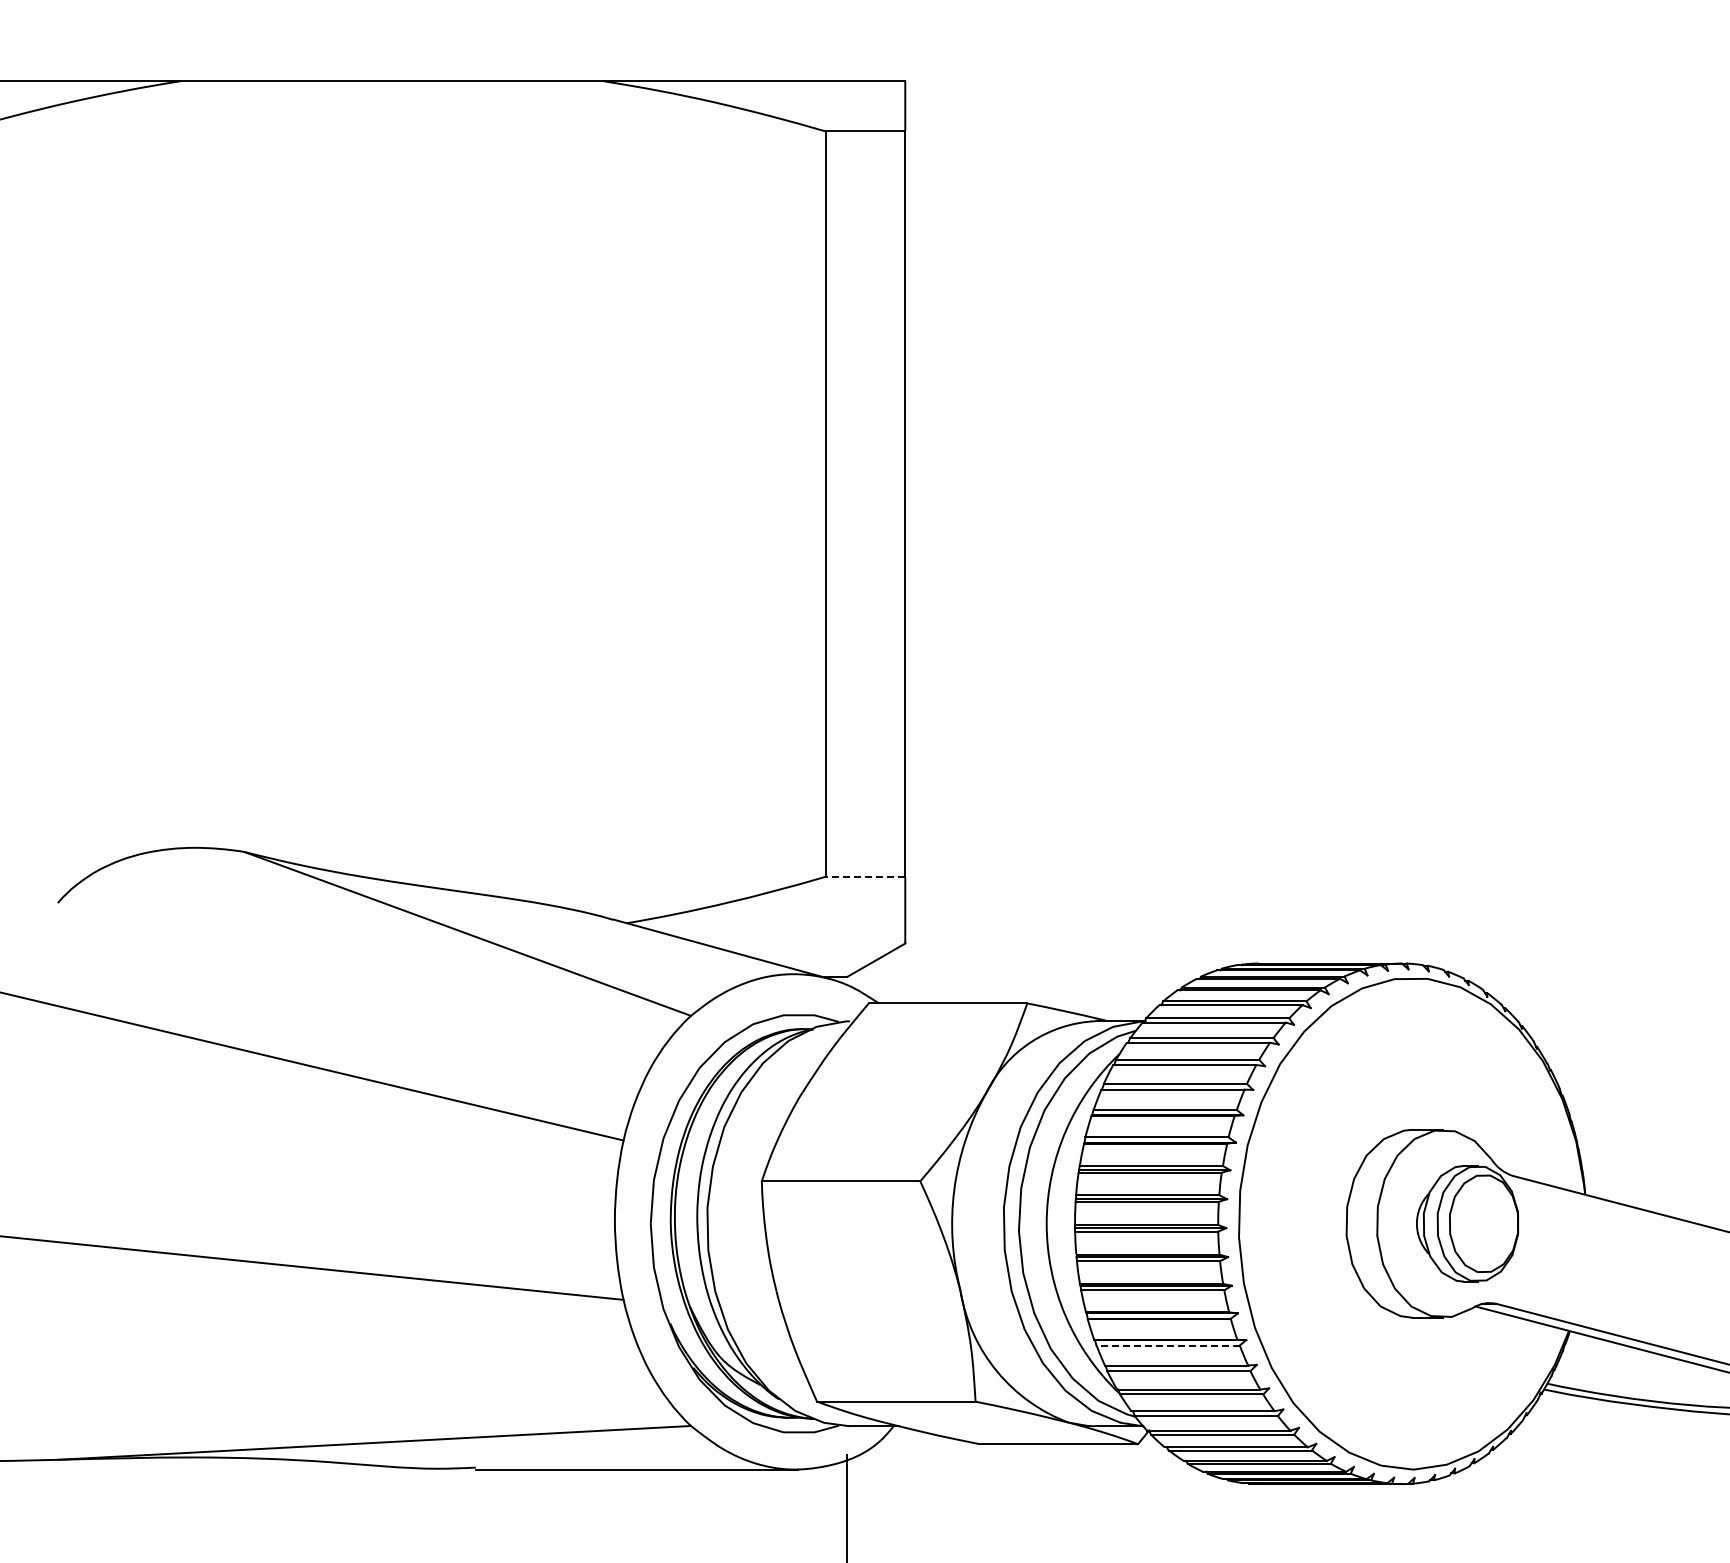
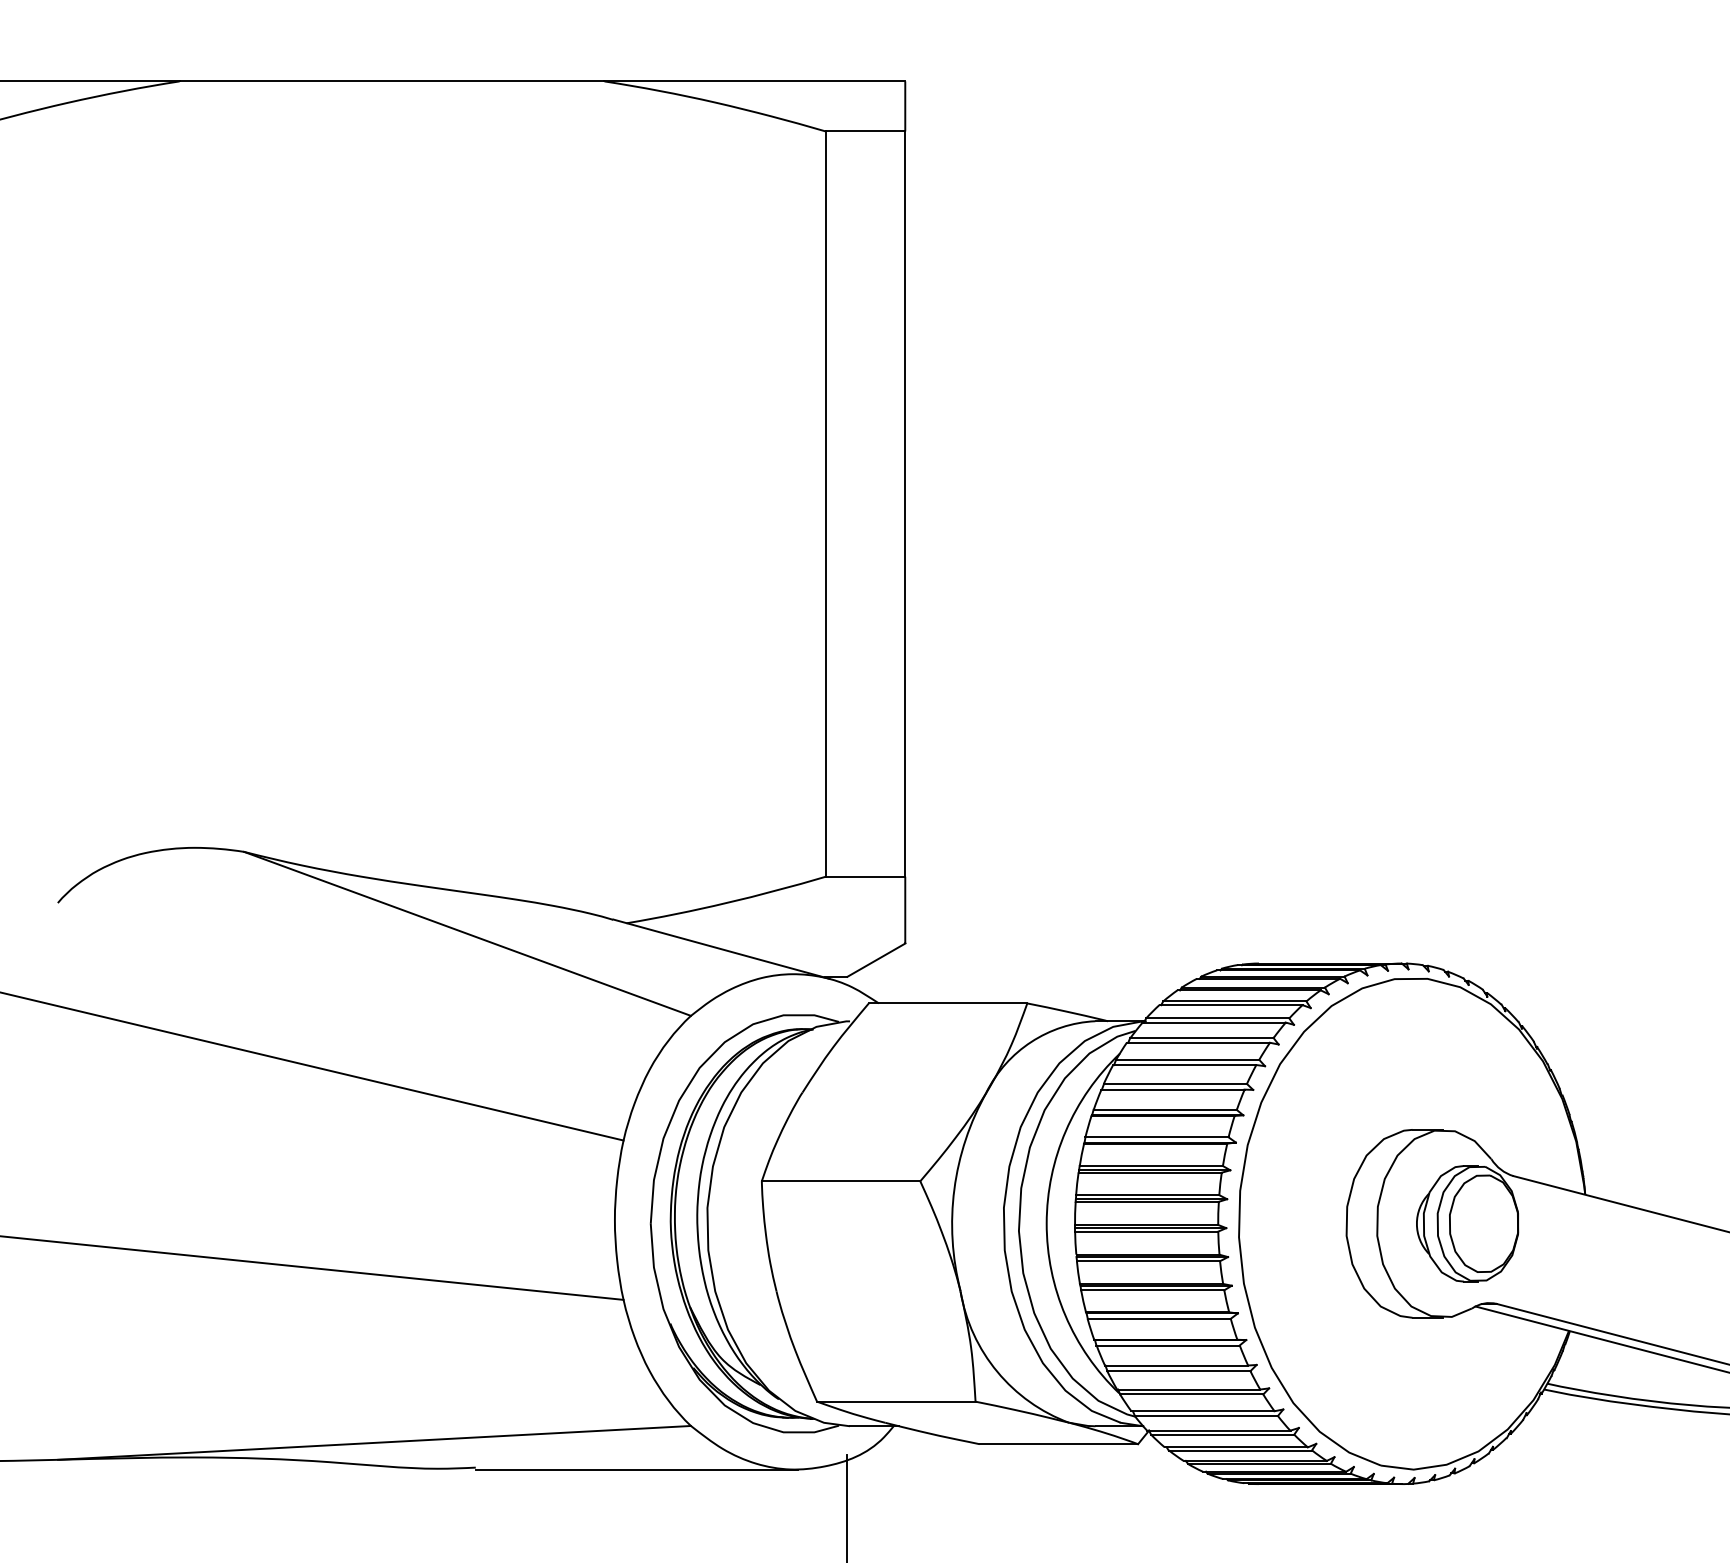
line at (865, 876): dashed -> solid
line at (1168, 1345): dashed -> solid
